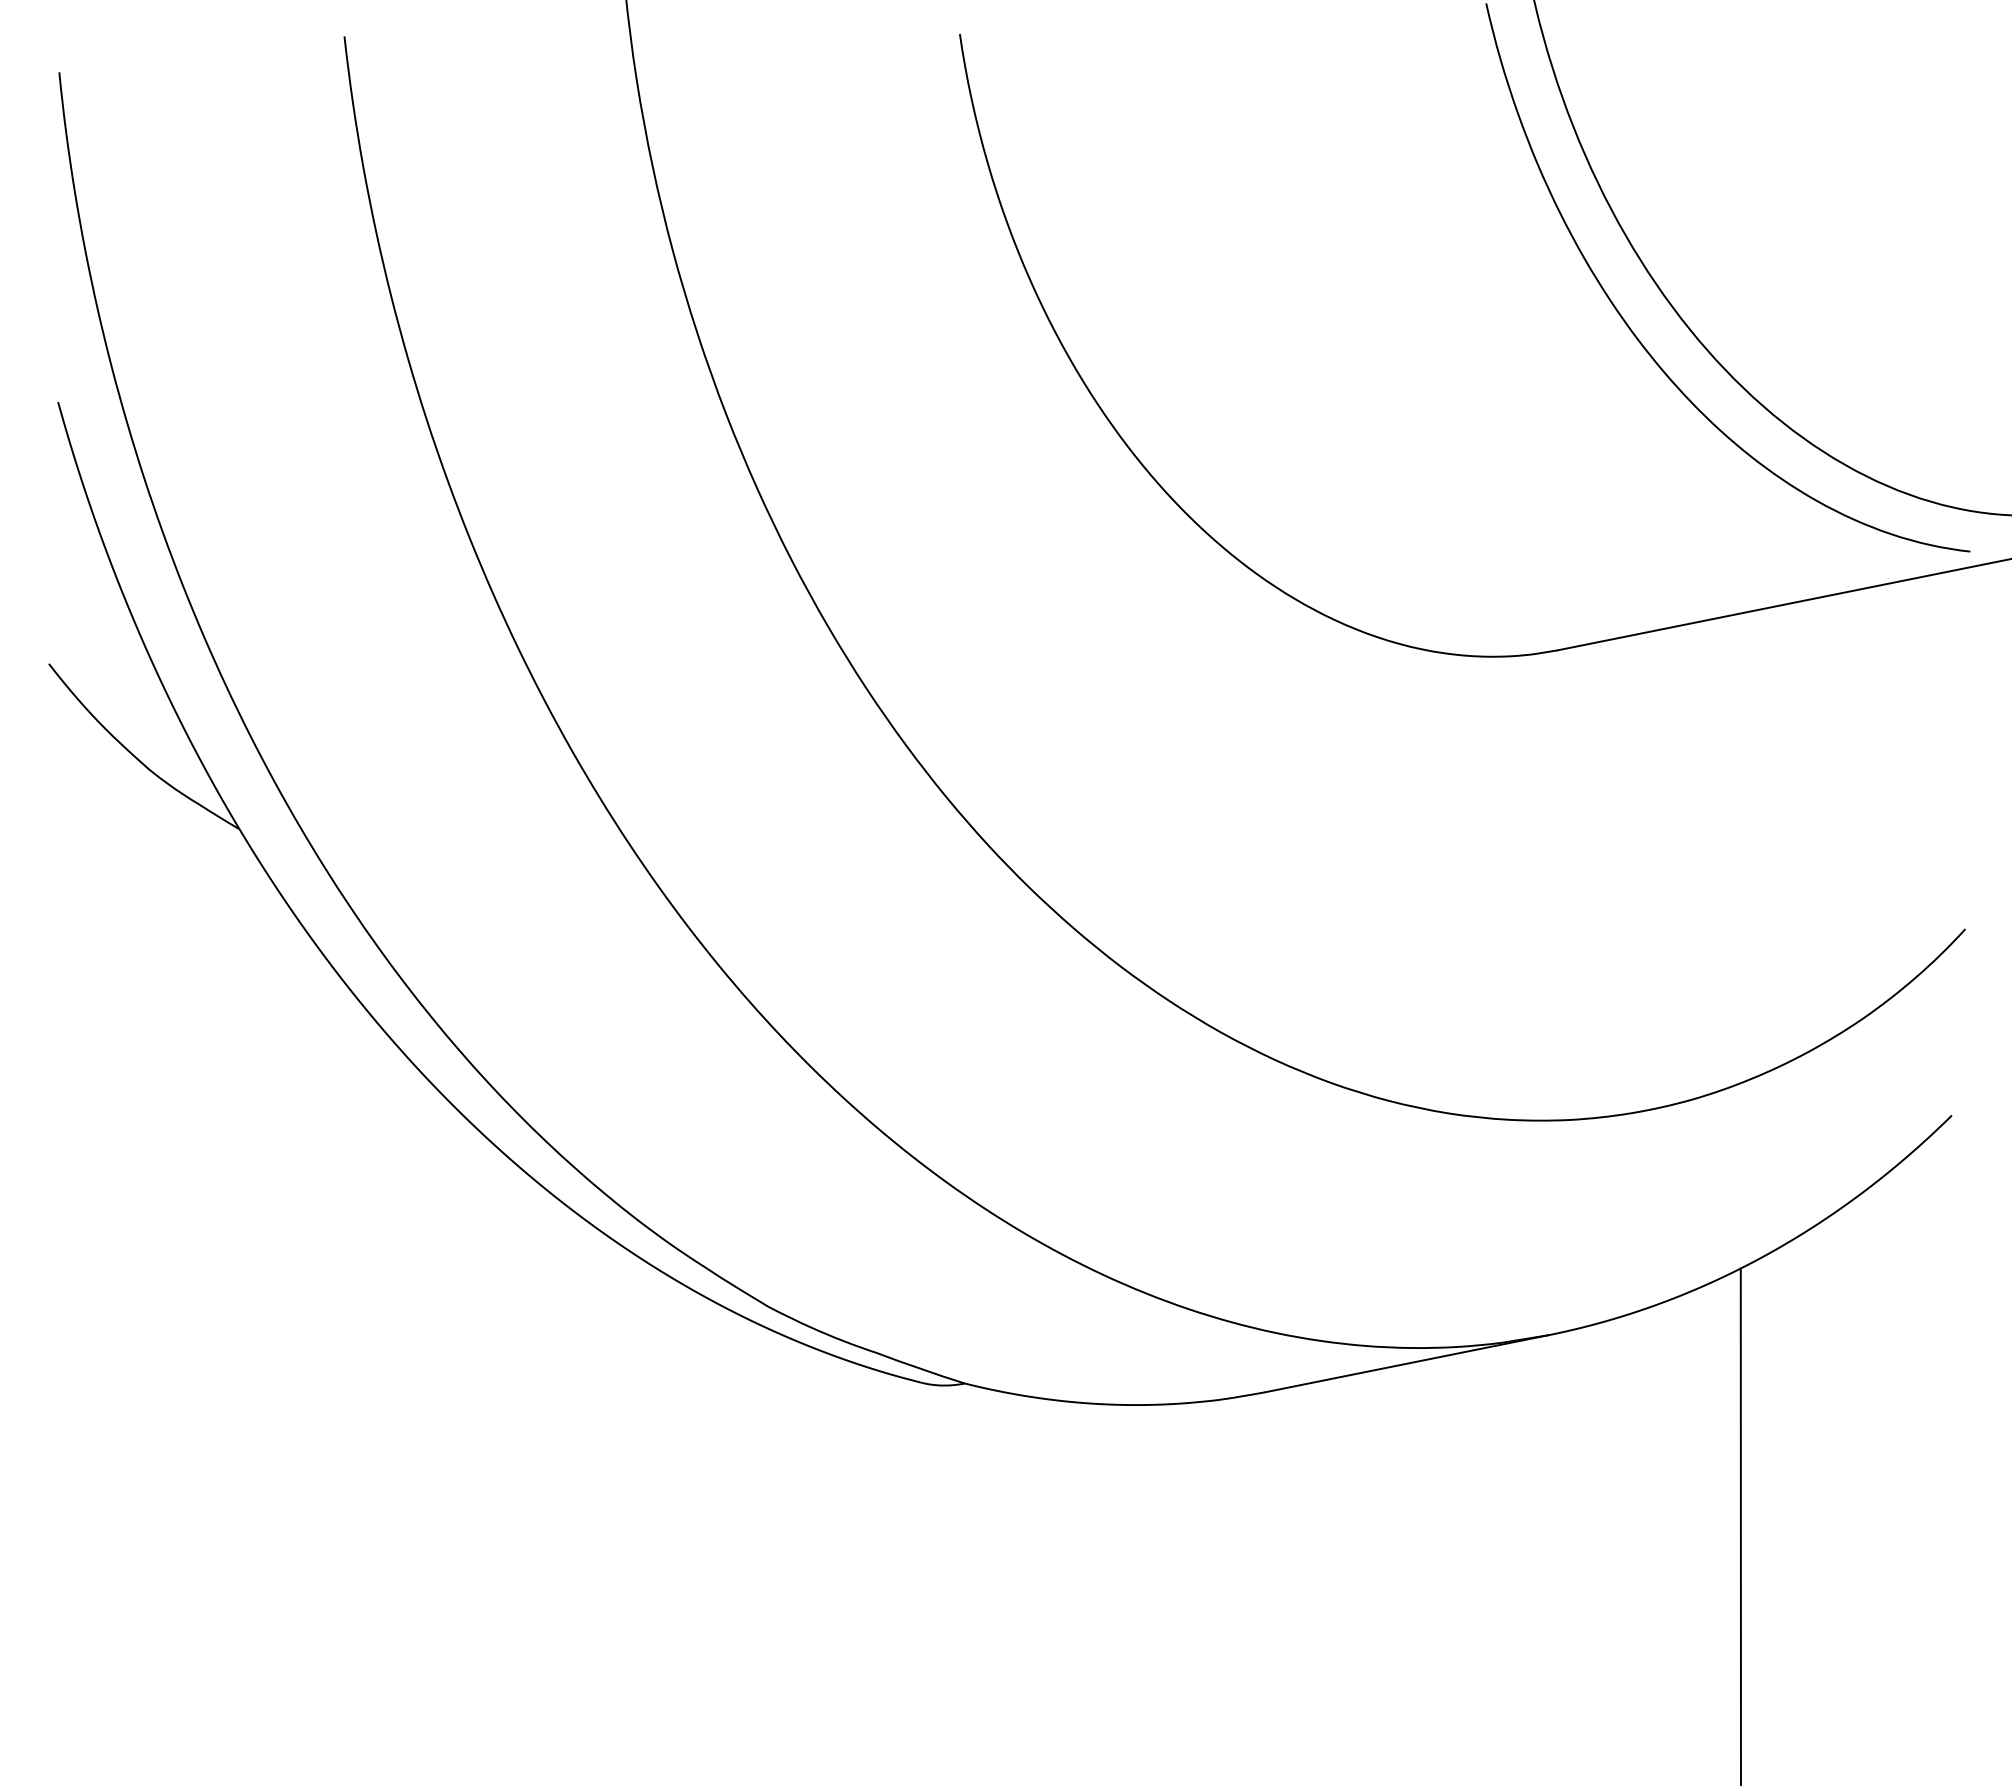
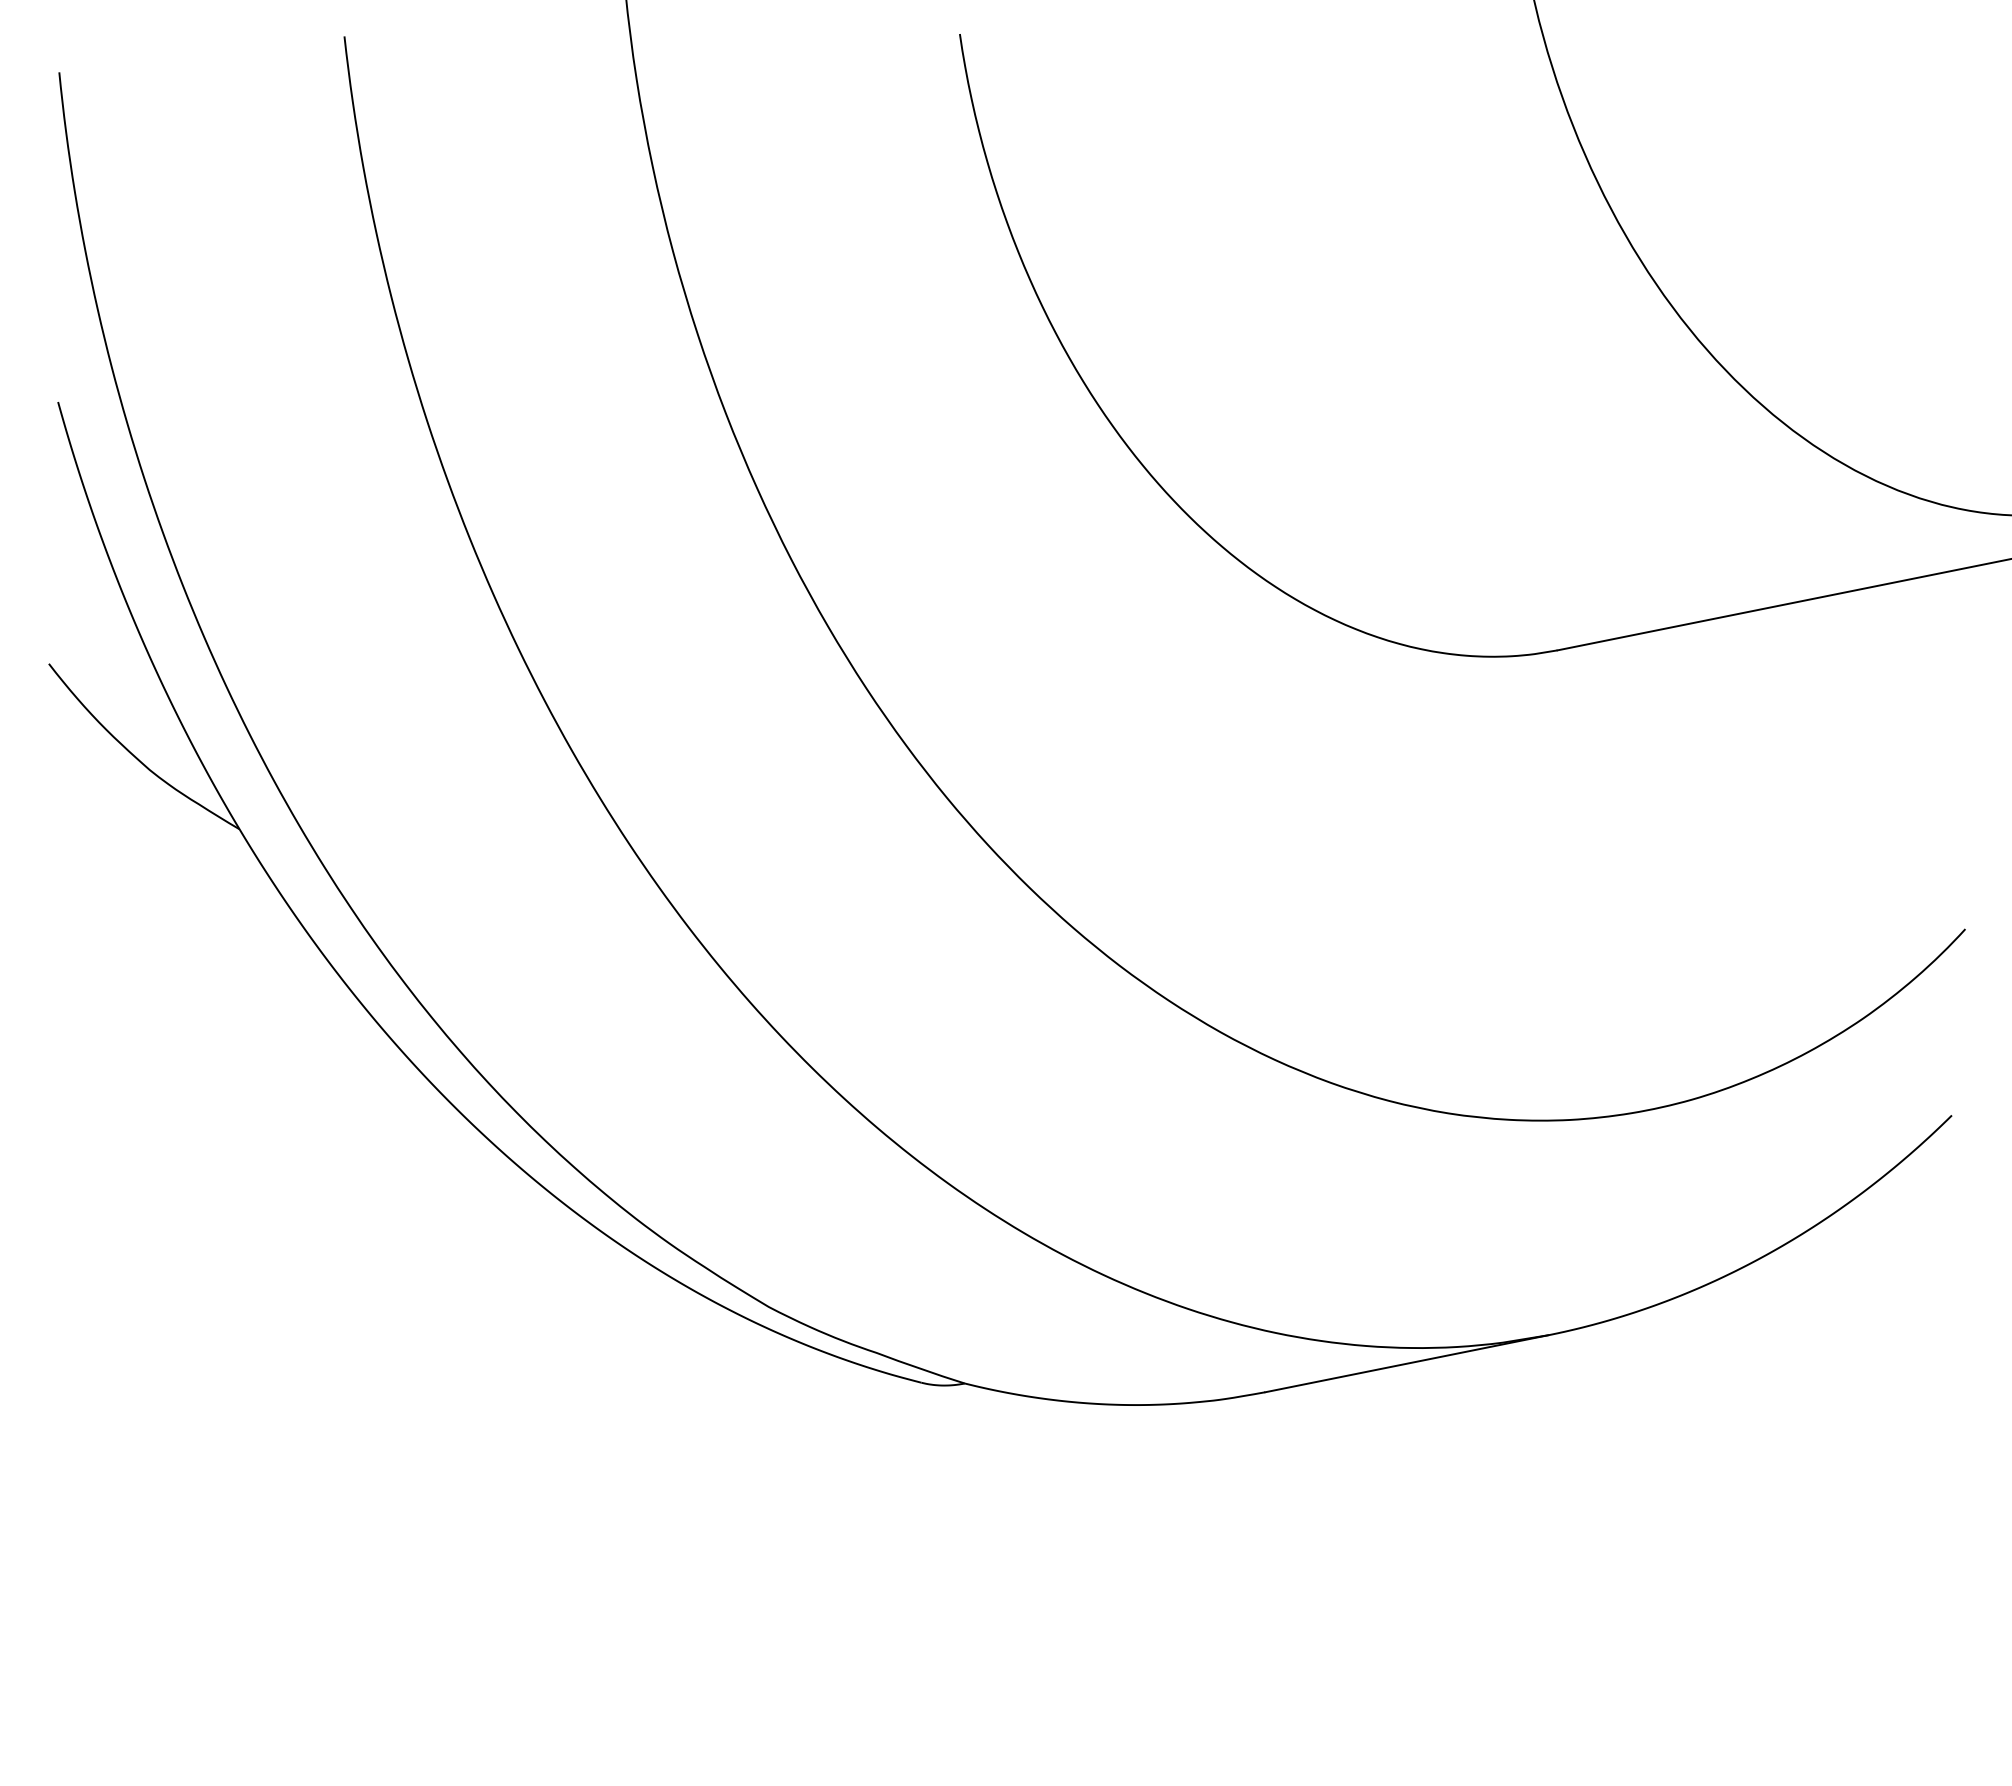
curve at (1642, 343): present -> none
line at (1740, 1525): present -> none
